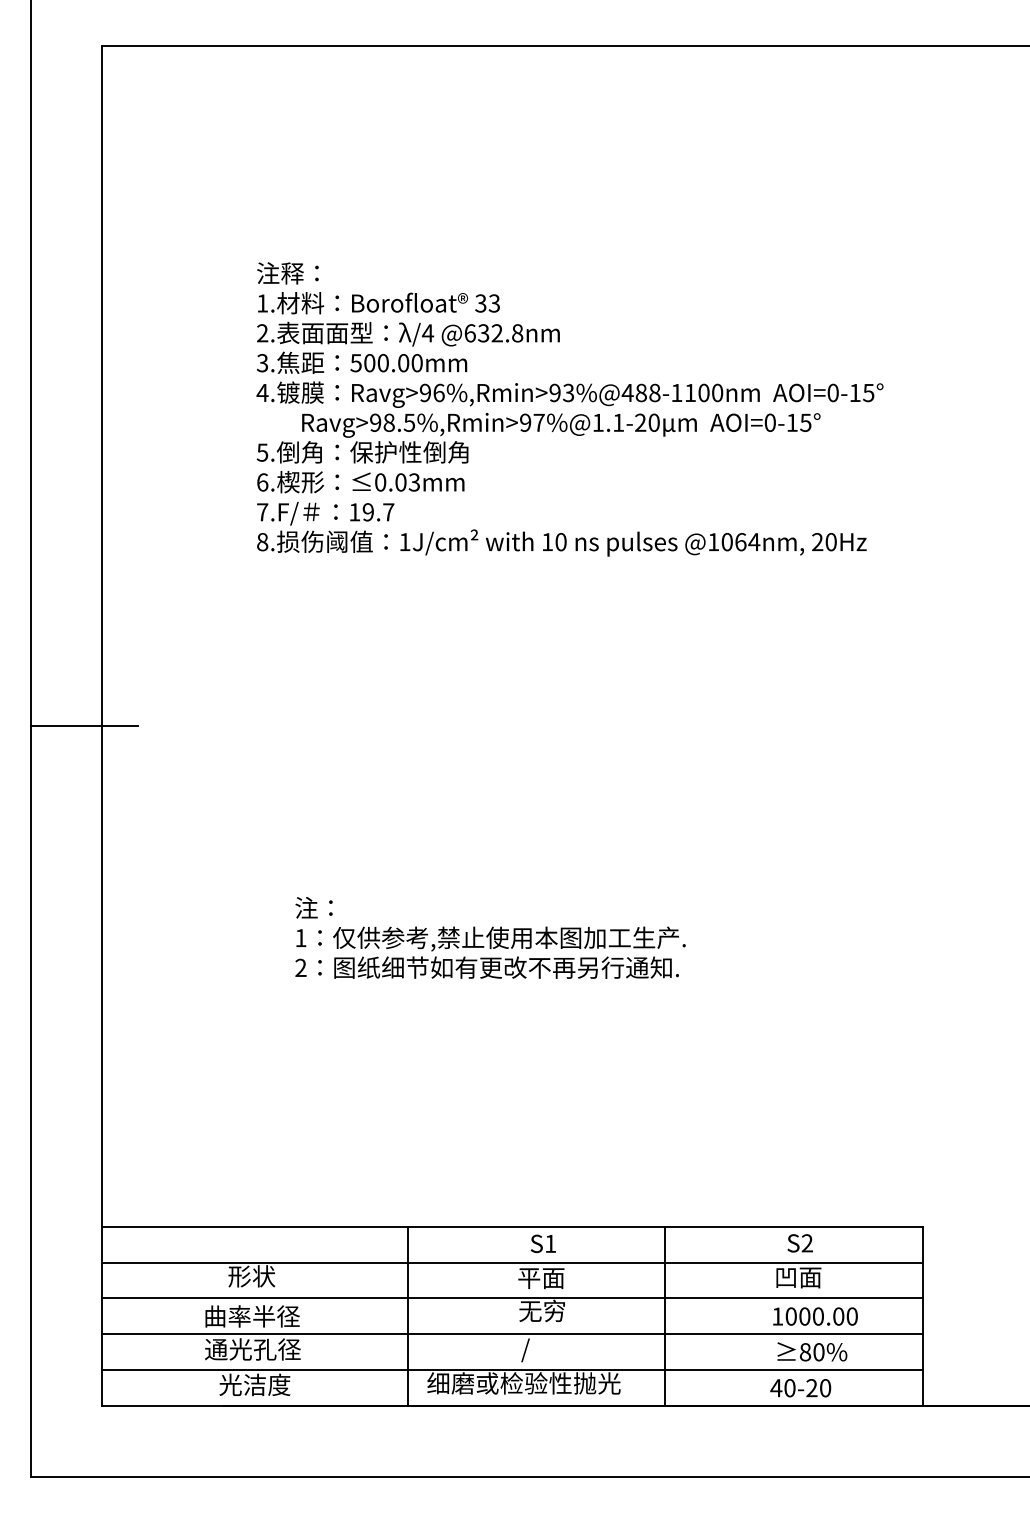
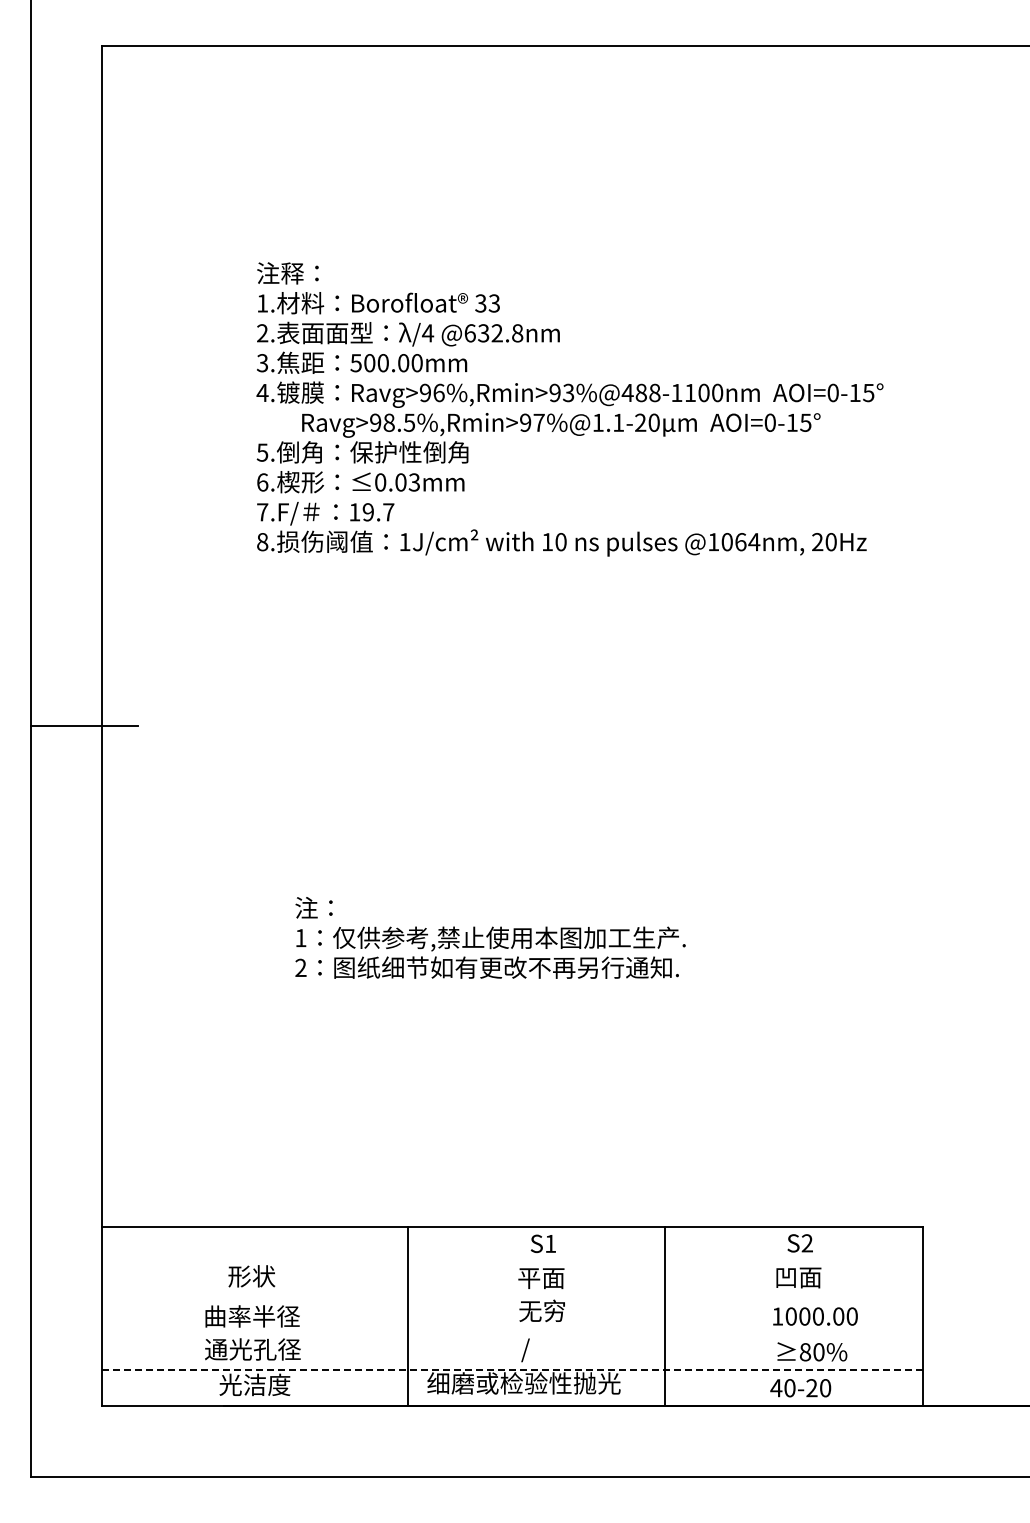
line at (512, 1262): present -> none
line at (512, 1298): present -> none
line at (512, 1334): present -> none
line at (513, 1369): solid -> dashed
